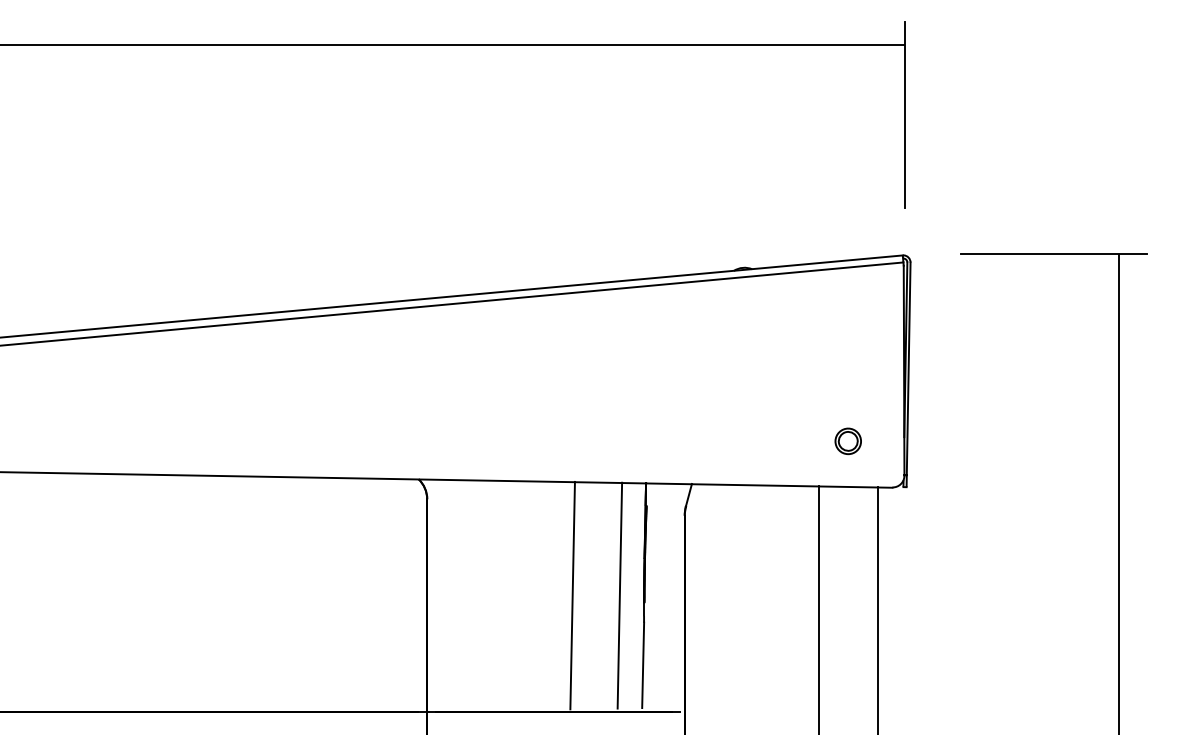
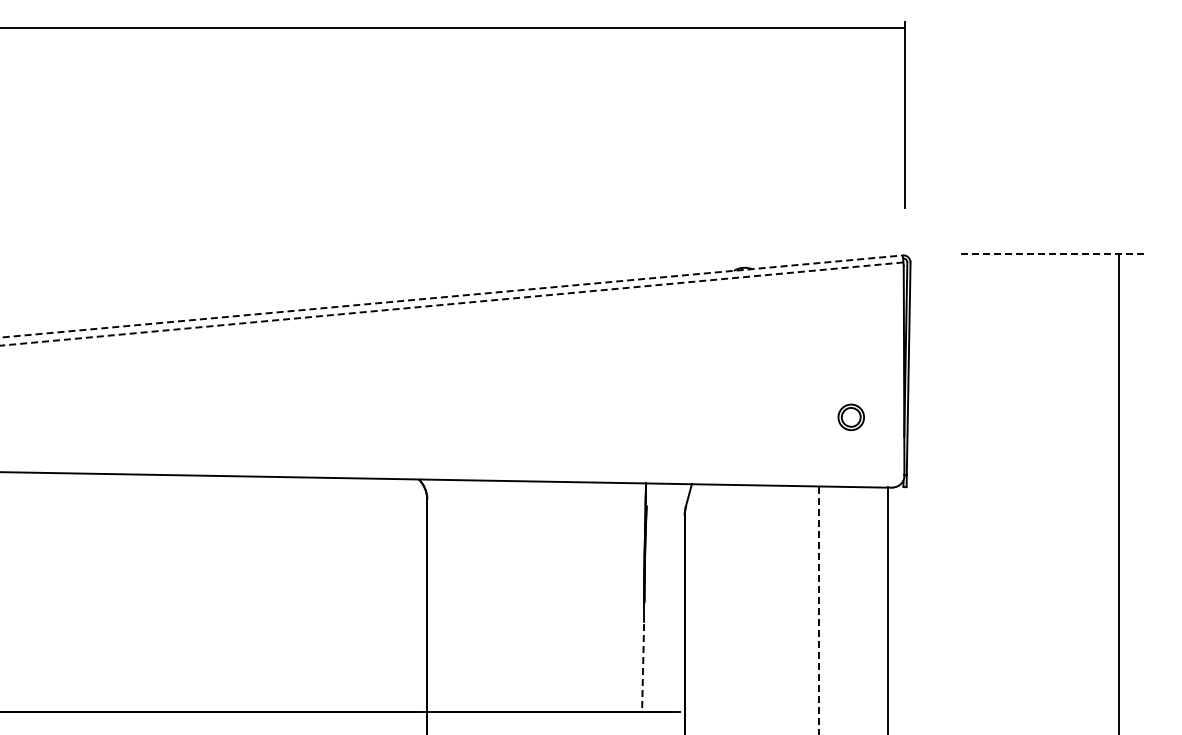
line at (453, 45) position: (453, 45) -> (453, 28)
line at (1053, 254): solid -> dashed
line at (451, 296): solid -> dashed
line at (451, 304): solid -> dashed
part at (847, 441) position: (847, 441) -> (850, 417)
line at (572, 595): present -> none
line at (619, 595): present -> none
line at (877, 609) position: (877, 609) -> (887, 609)
line at (818, 610): solid -> dashed
line at (643, 665): solid -> dashed
